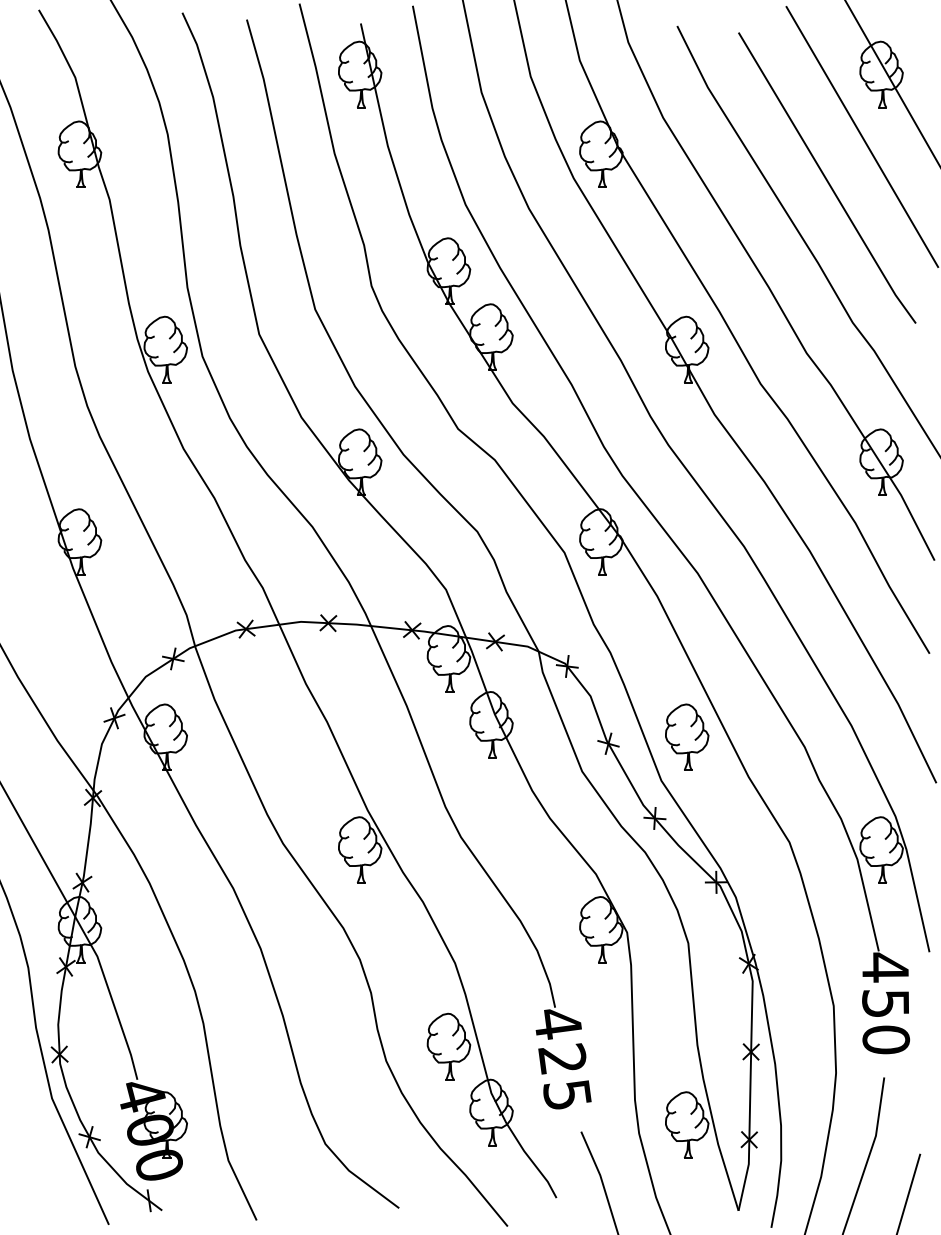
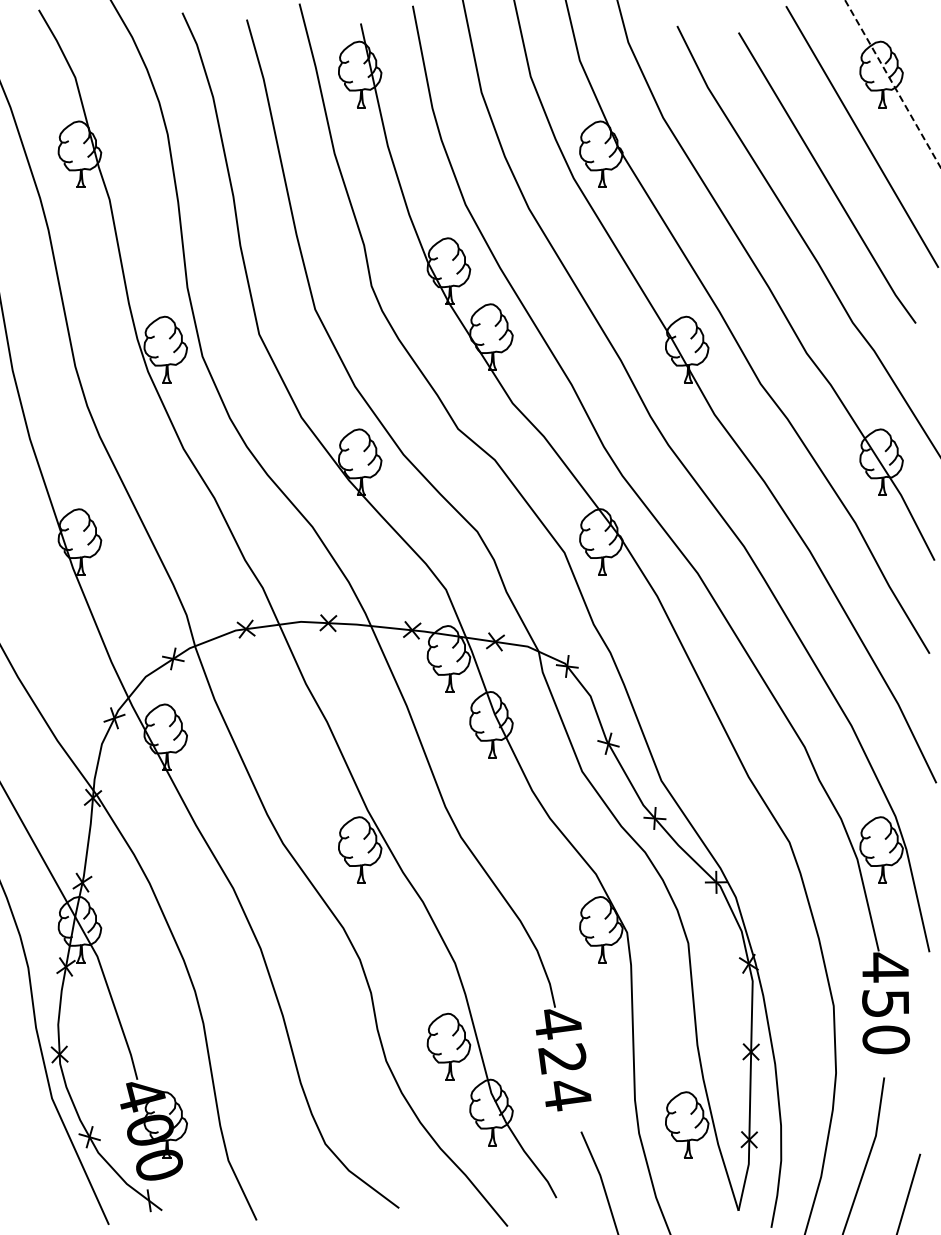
line at (892, 83): solid -> dashed
part at (687, 736): present -> none
text at (567, 1095): 425 -> 424
